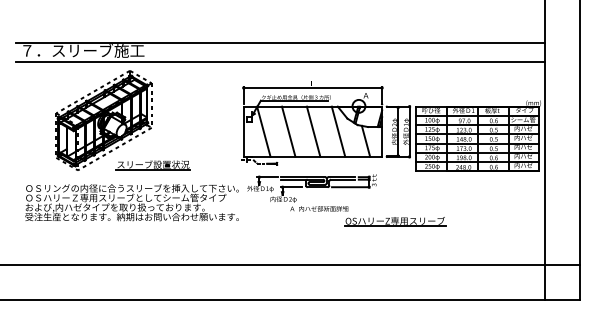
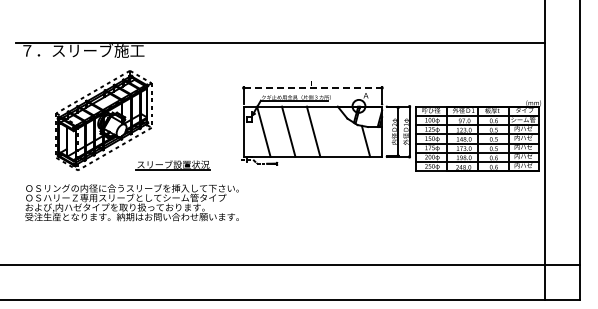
line at (280, 62): present -> none
line at (313, 87): solid -> dashed
line at (338, 131): present -> none
part at (152, 165) position: (152, 165) -> (172, 165)
part at (346, 200): present -> none
